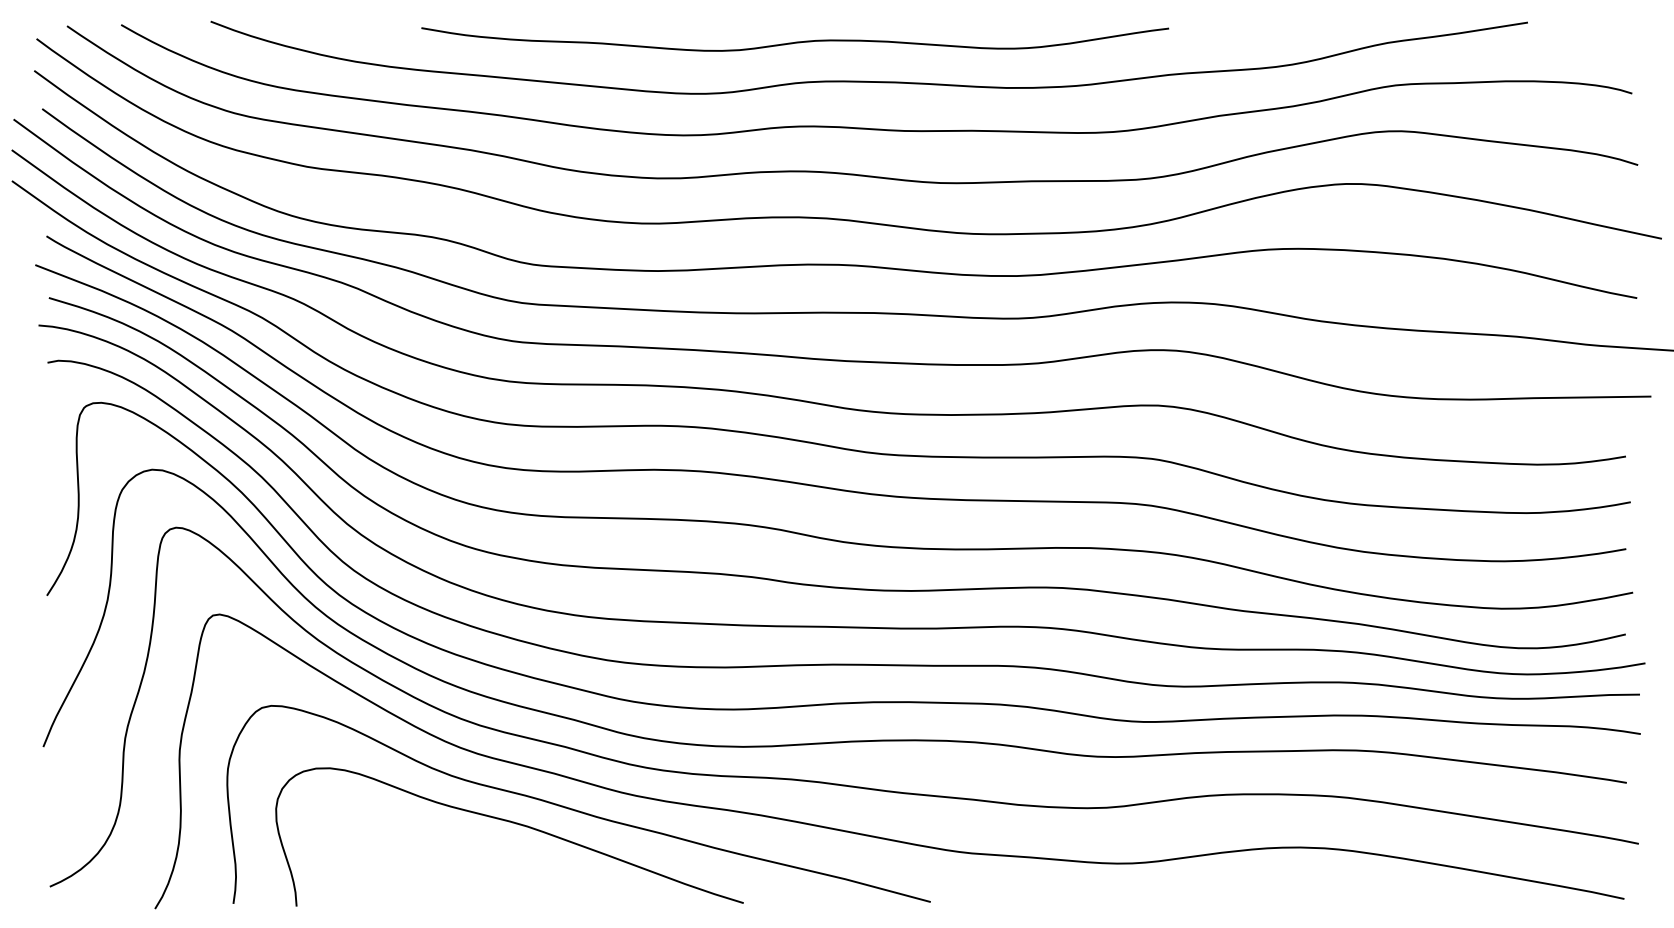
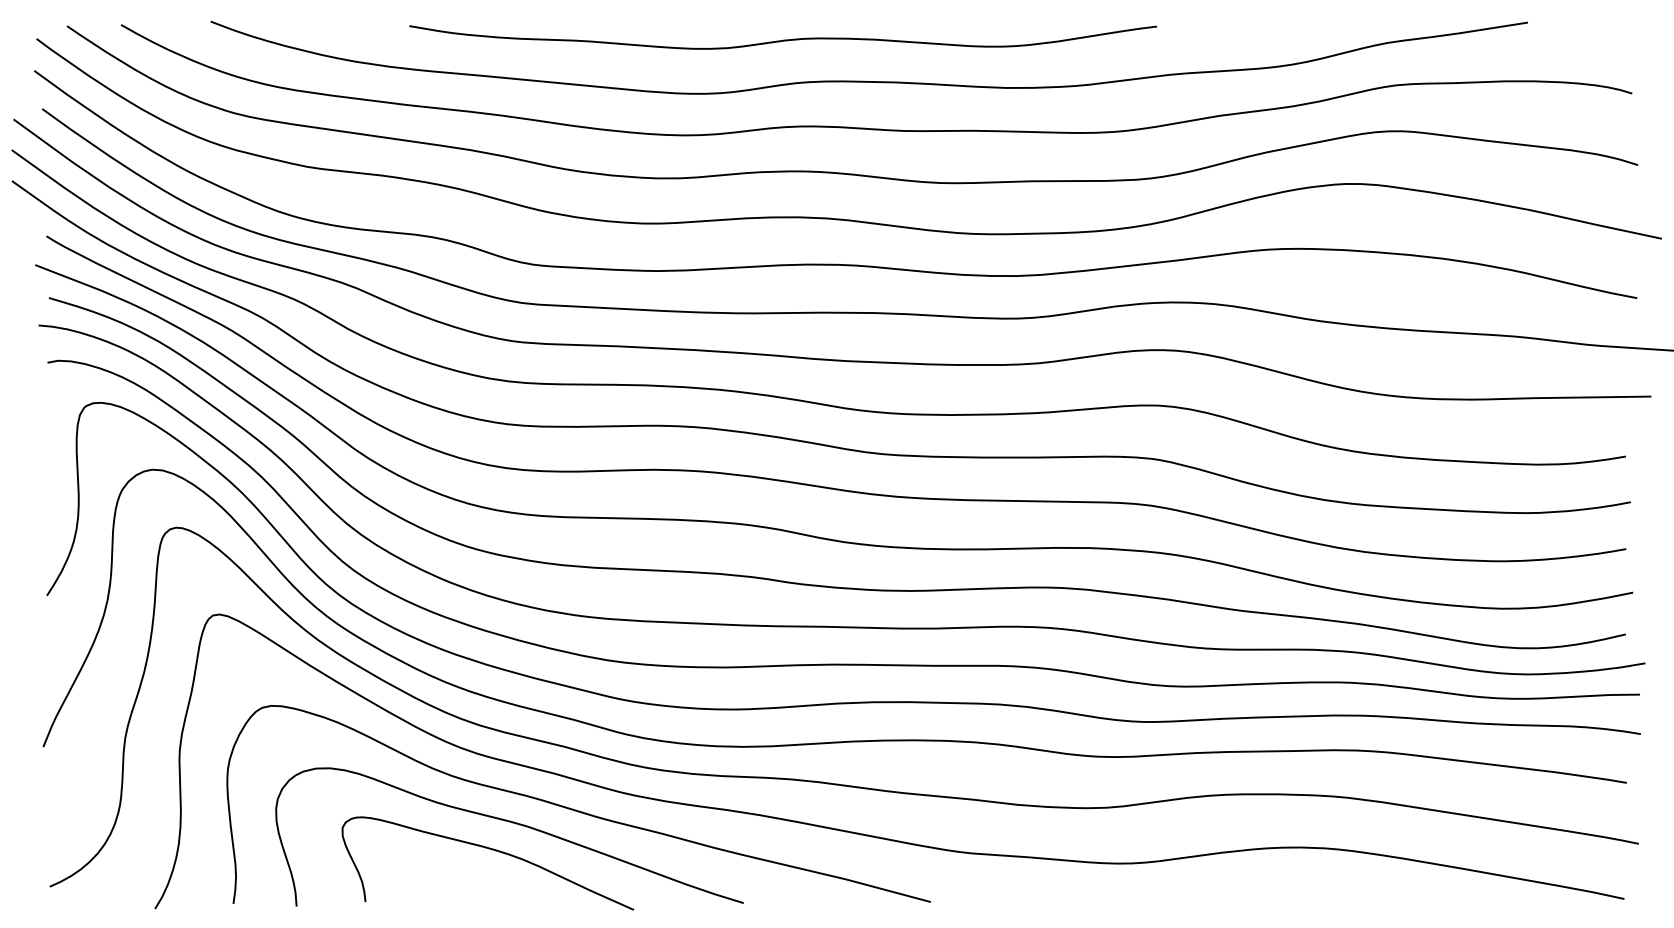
curve at (795, 41) position: (795, 41) -> (783, 39)
curve at (492, 850): none -> present
